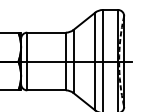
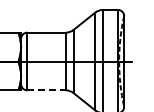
line at (47, 90): solid -> dashed
